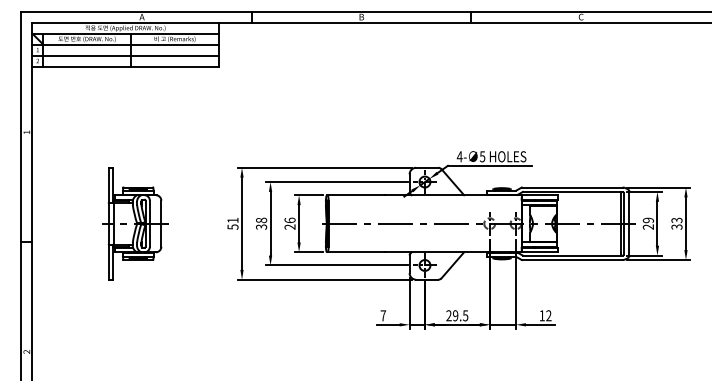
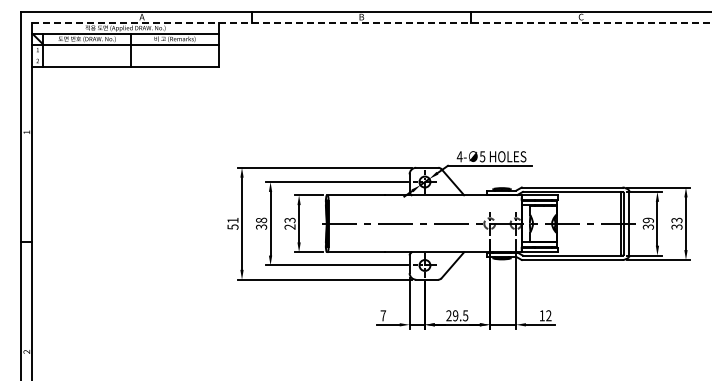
line at (372, 22): solid -> dashed
line at (125, 55): present -> none
text at (289, 220): 26 -> 23
part at (135, 223): present -> none
text at (648, 226): 29 -> 39
